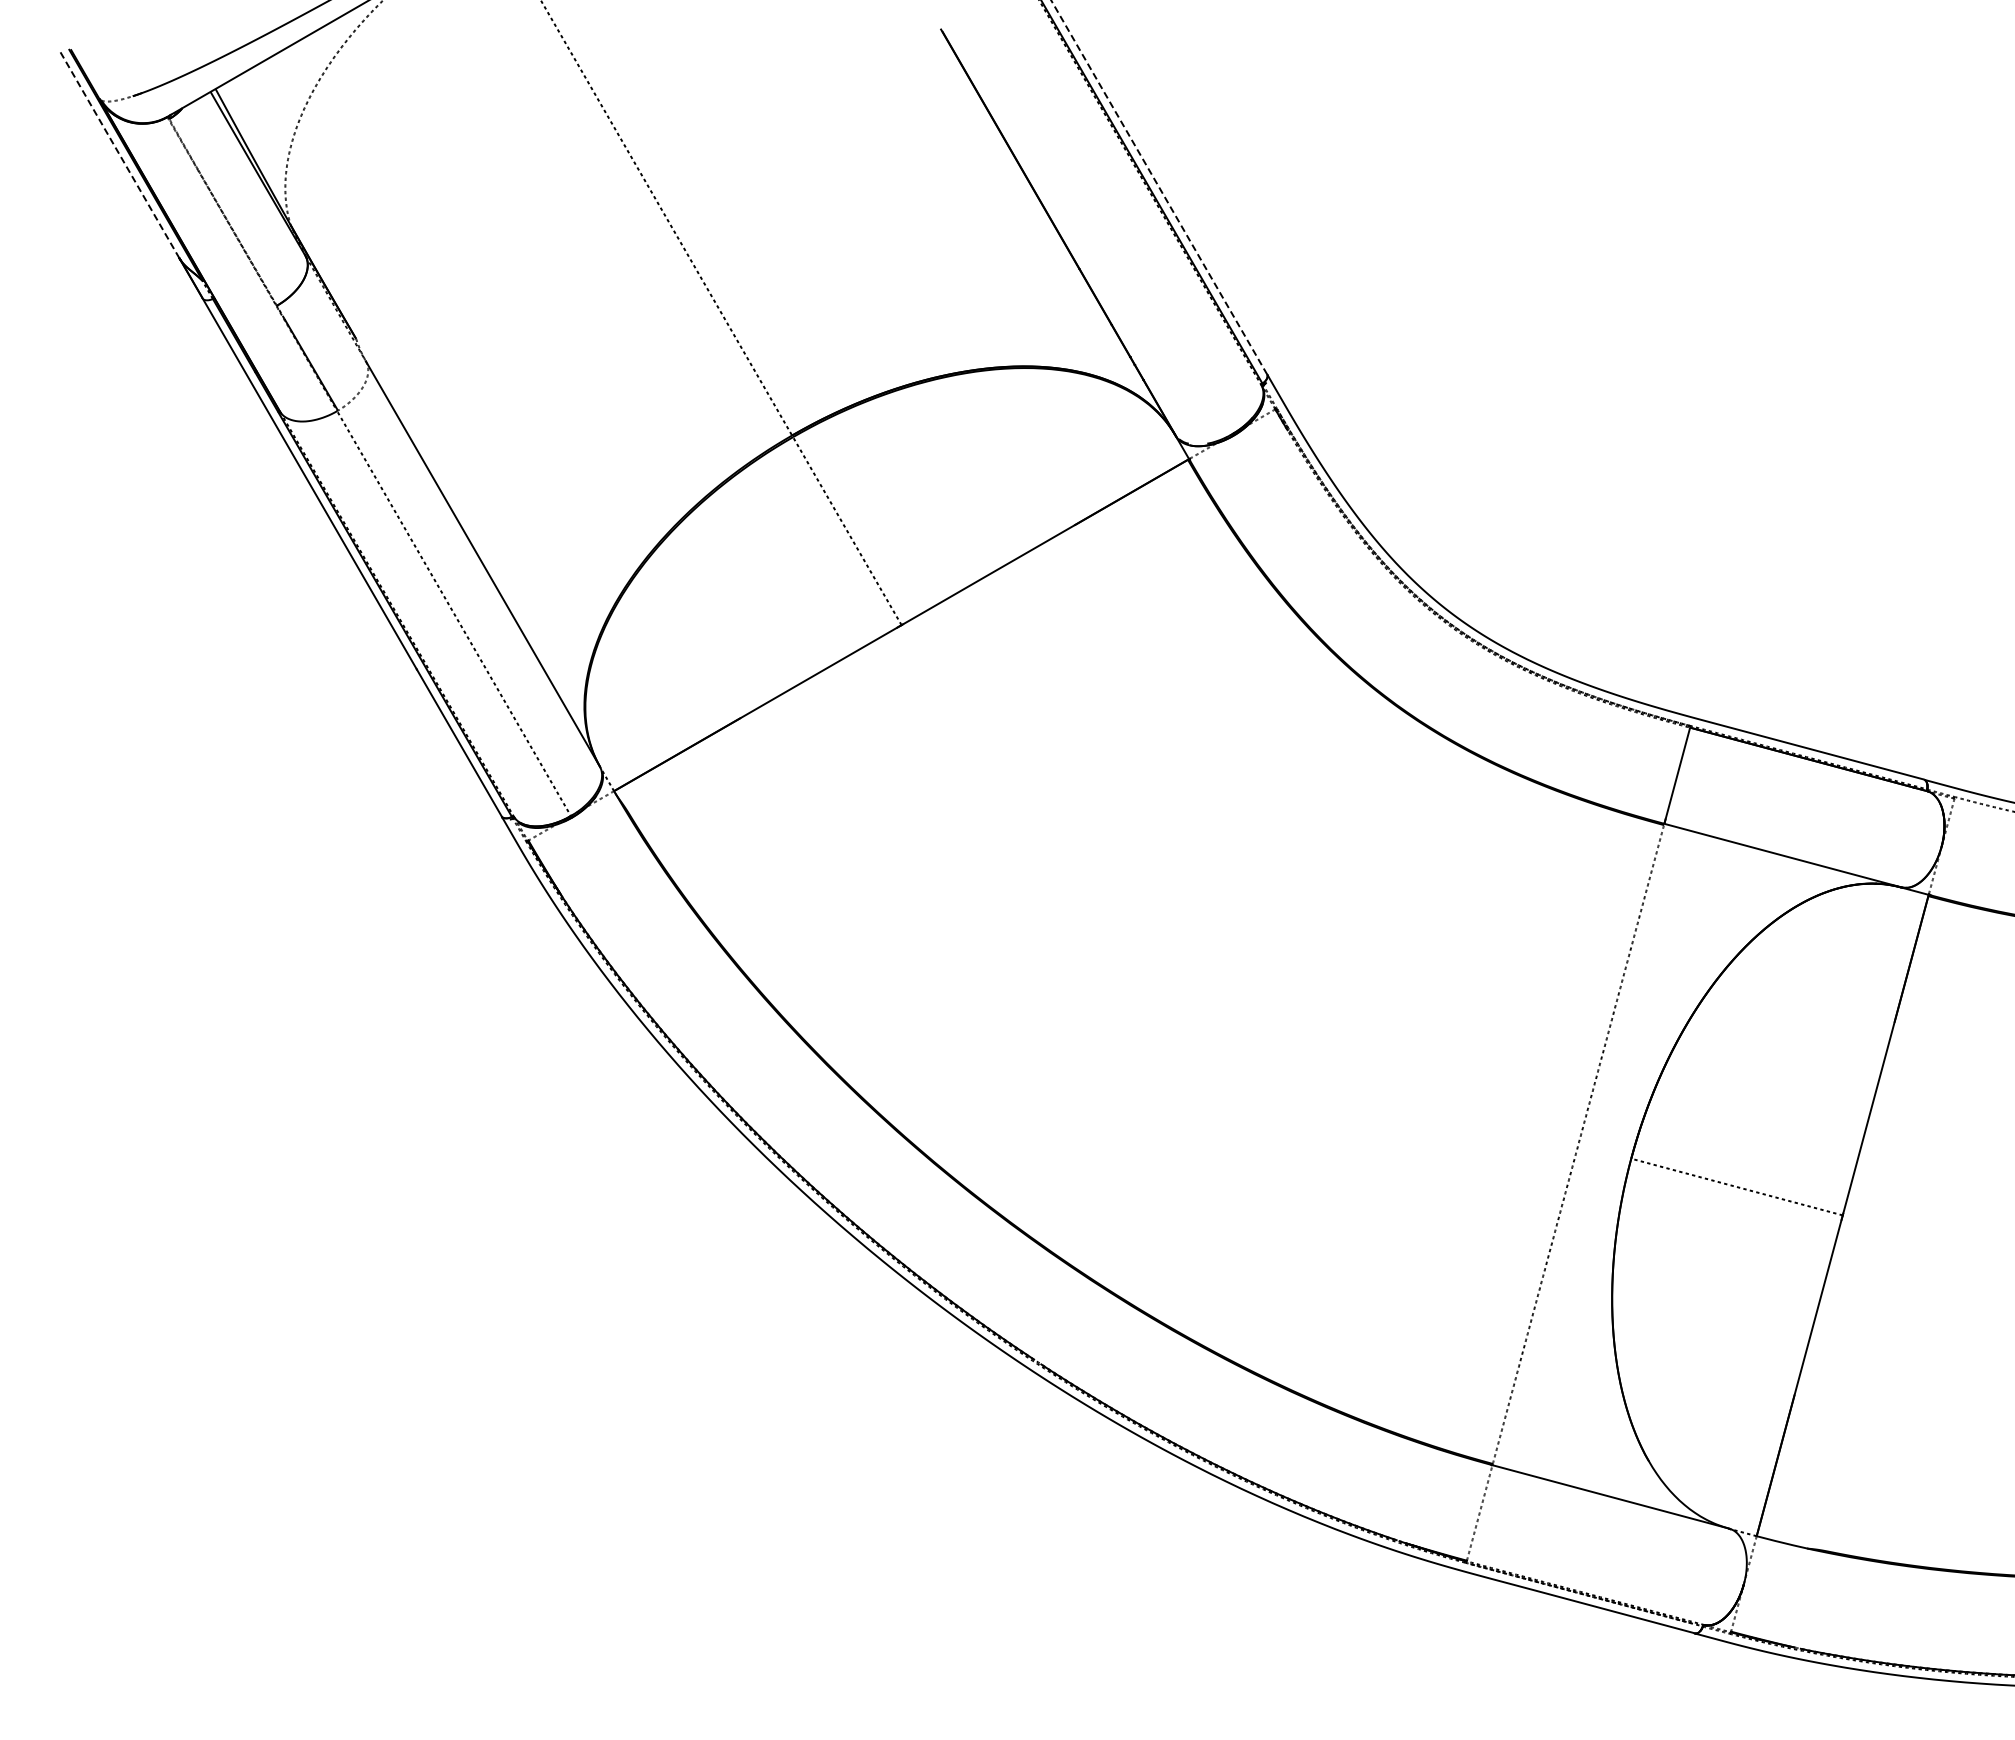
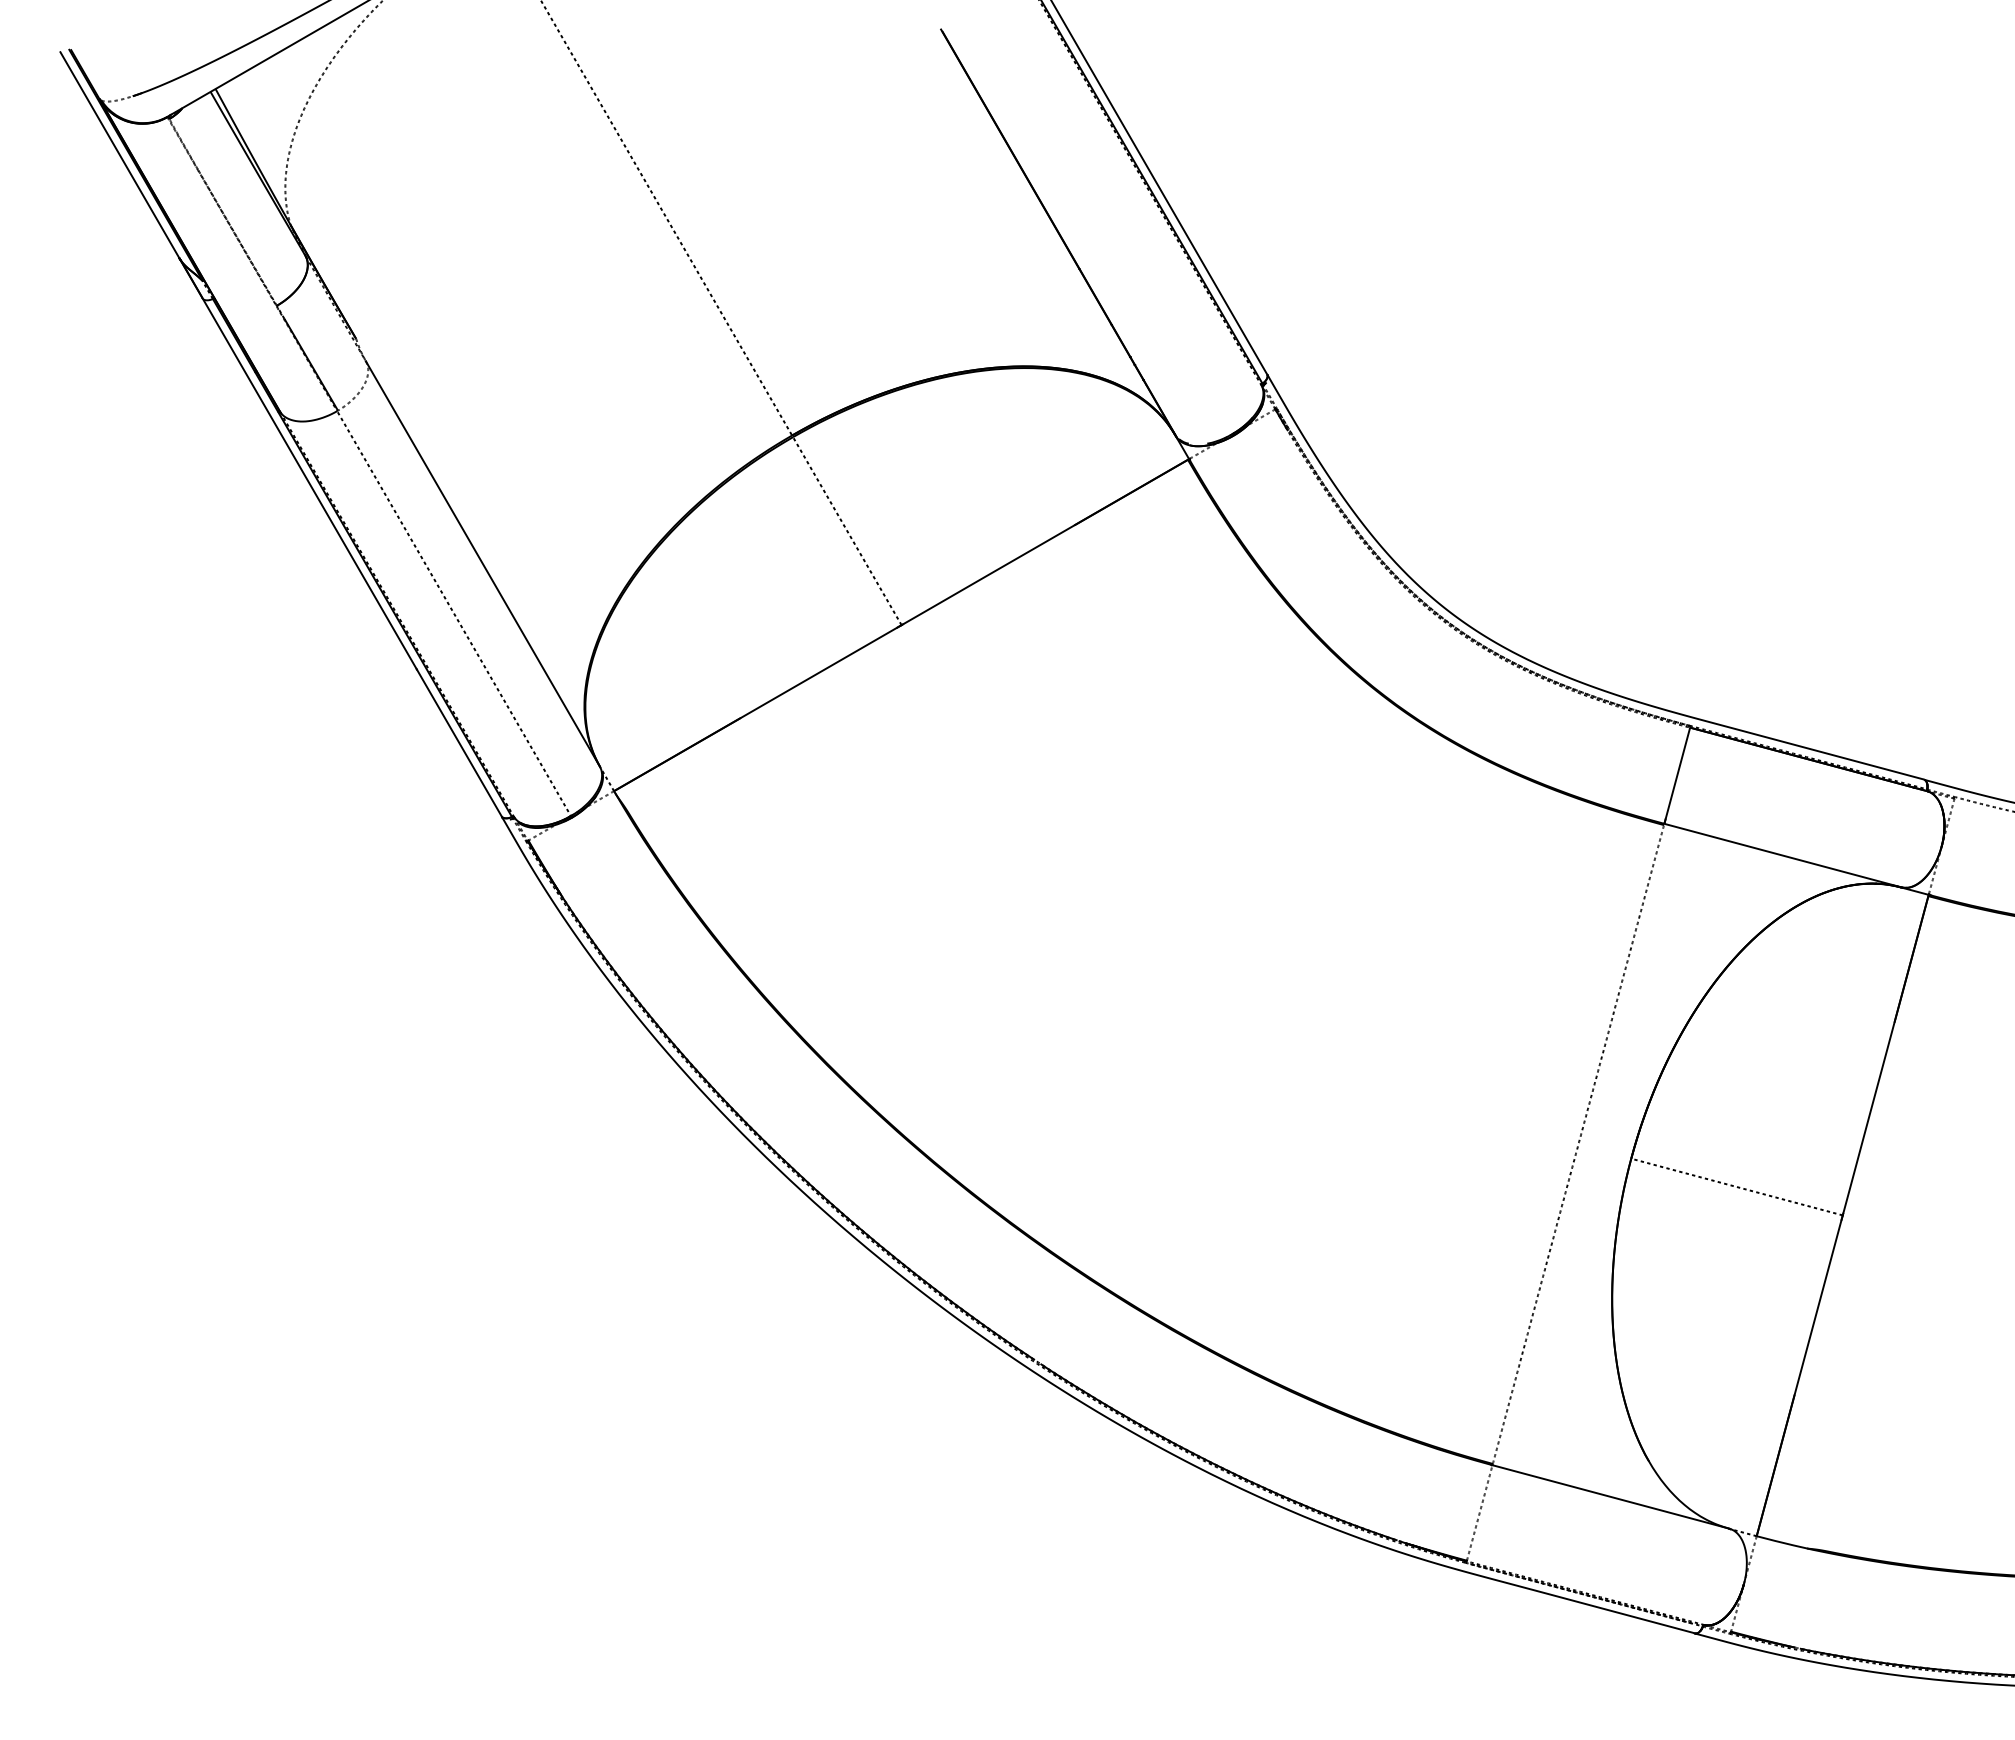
line at (119, 154): dashed -> solid
line at (1159, 187): dashed -> solid
